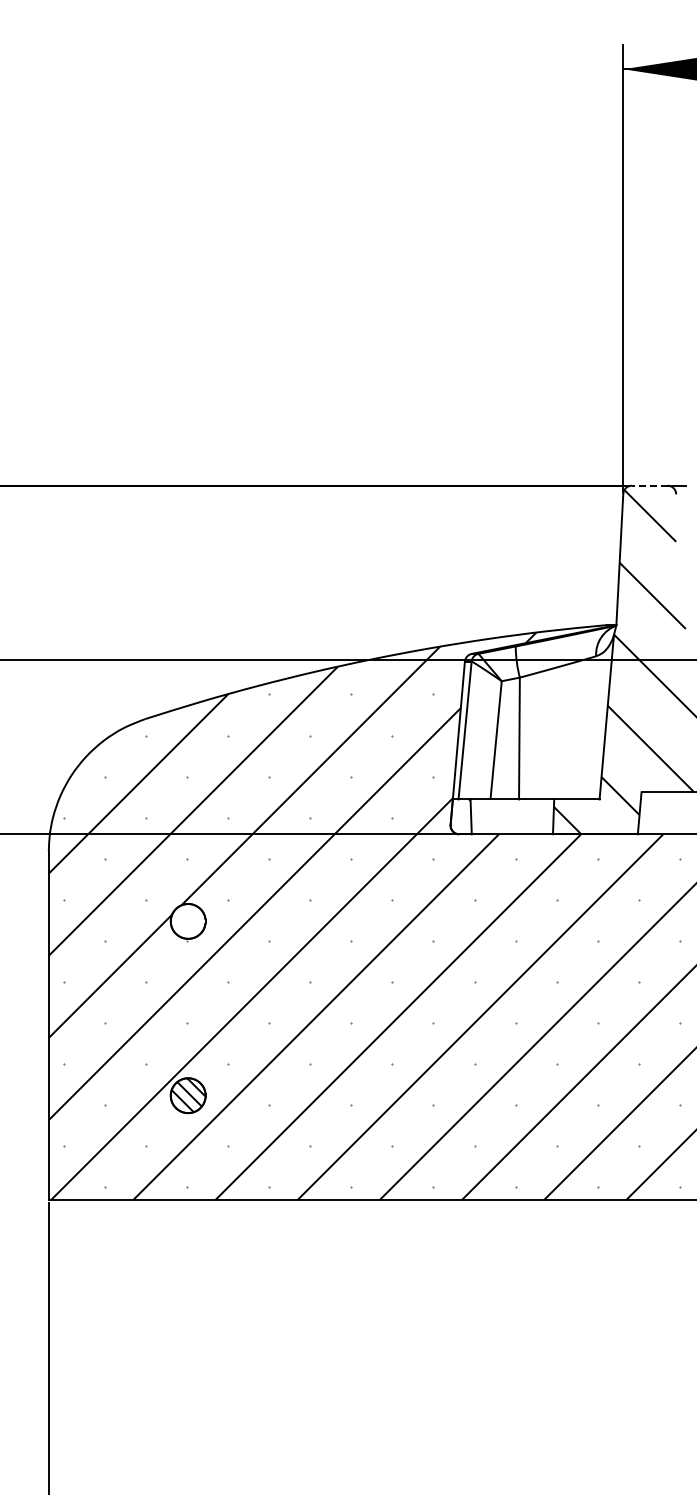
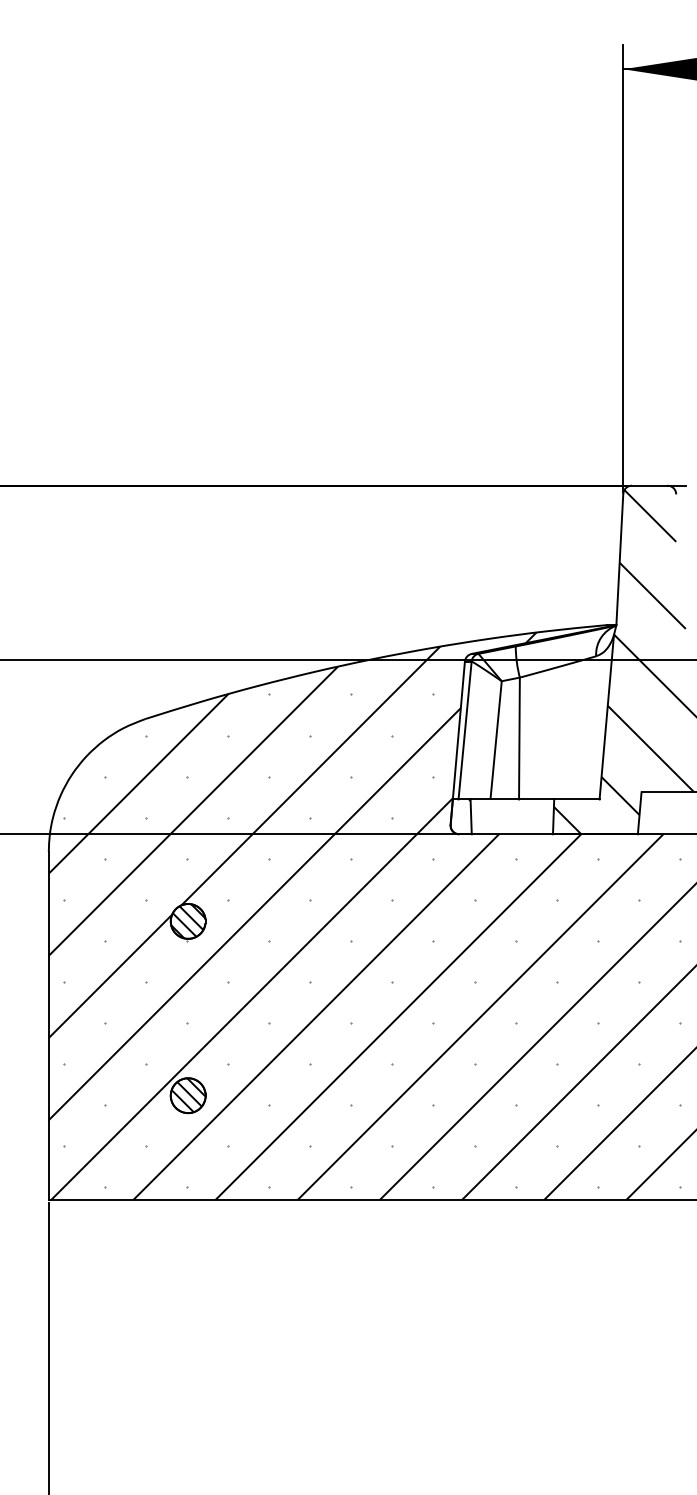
line at (649, 485): dashed -> solid
hatch at (188, 921): none -> present
